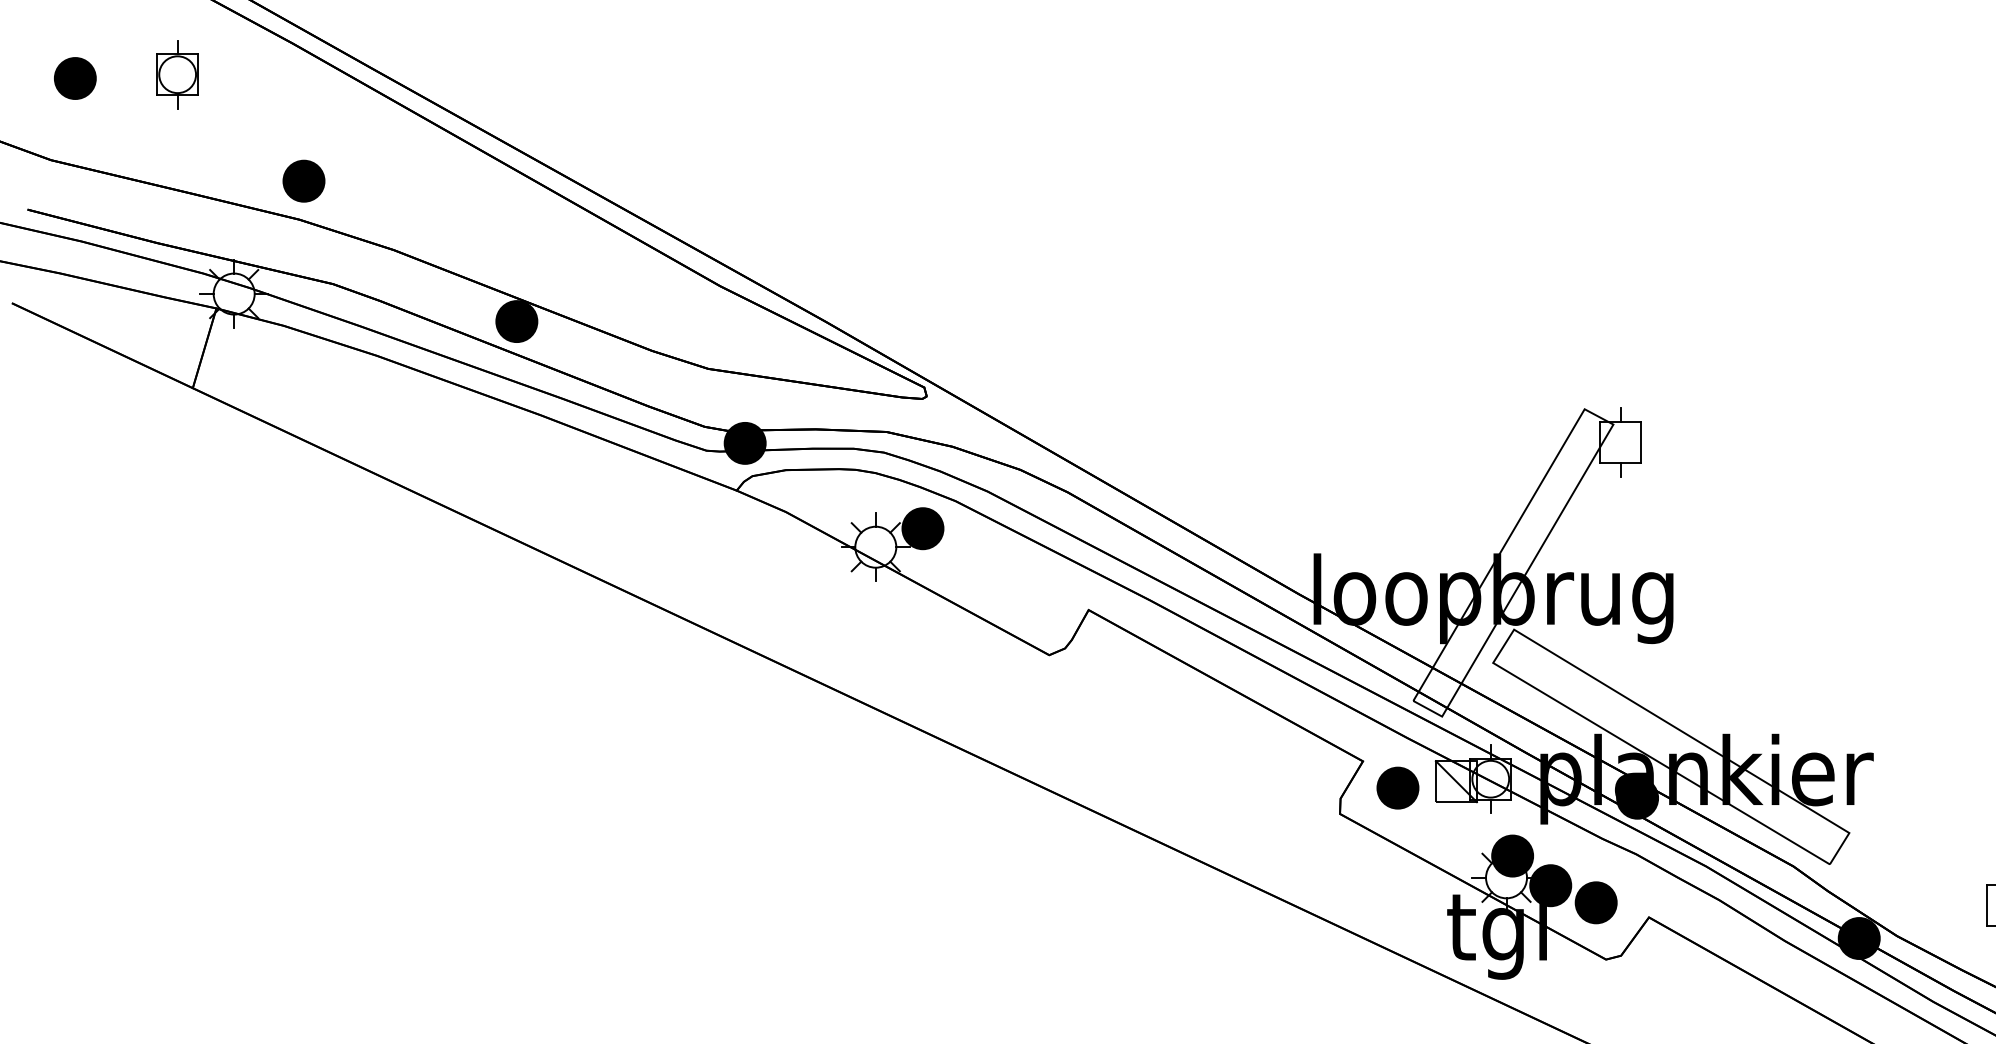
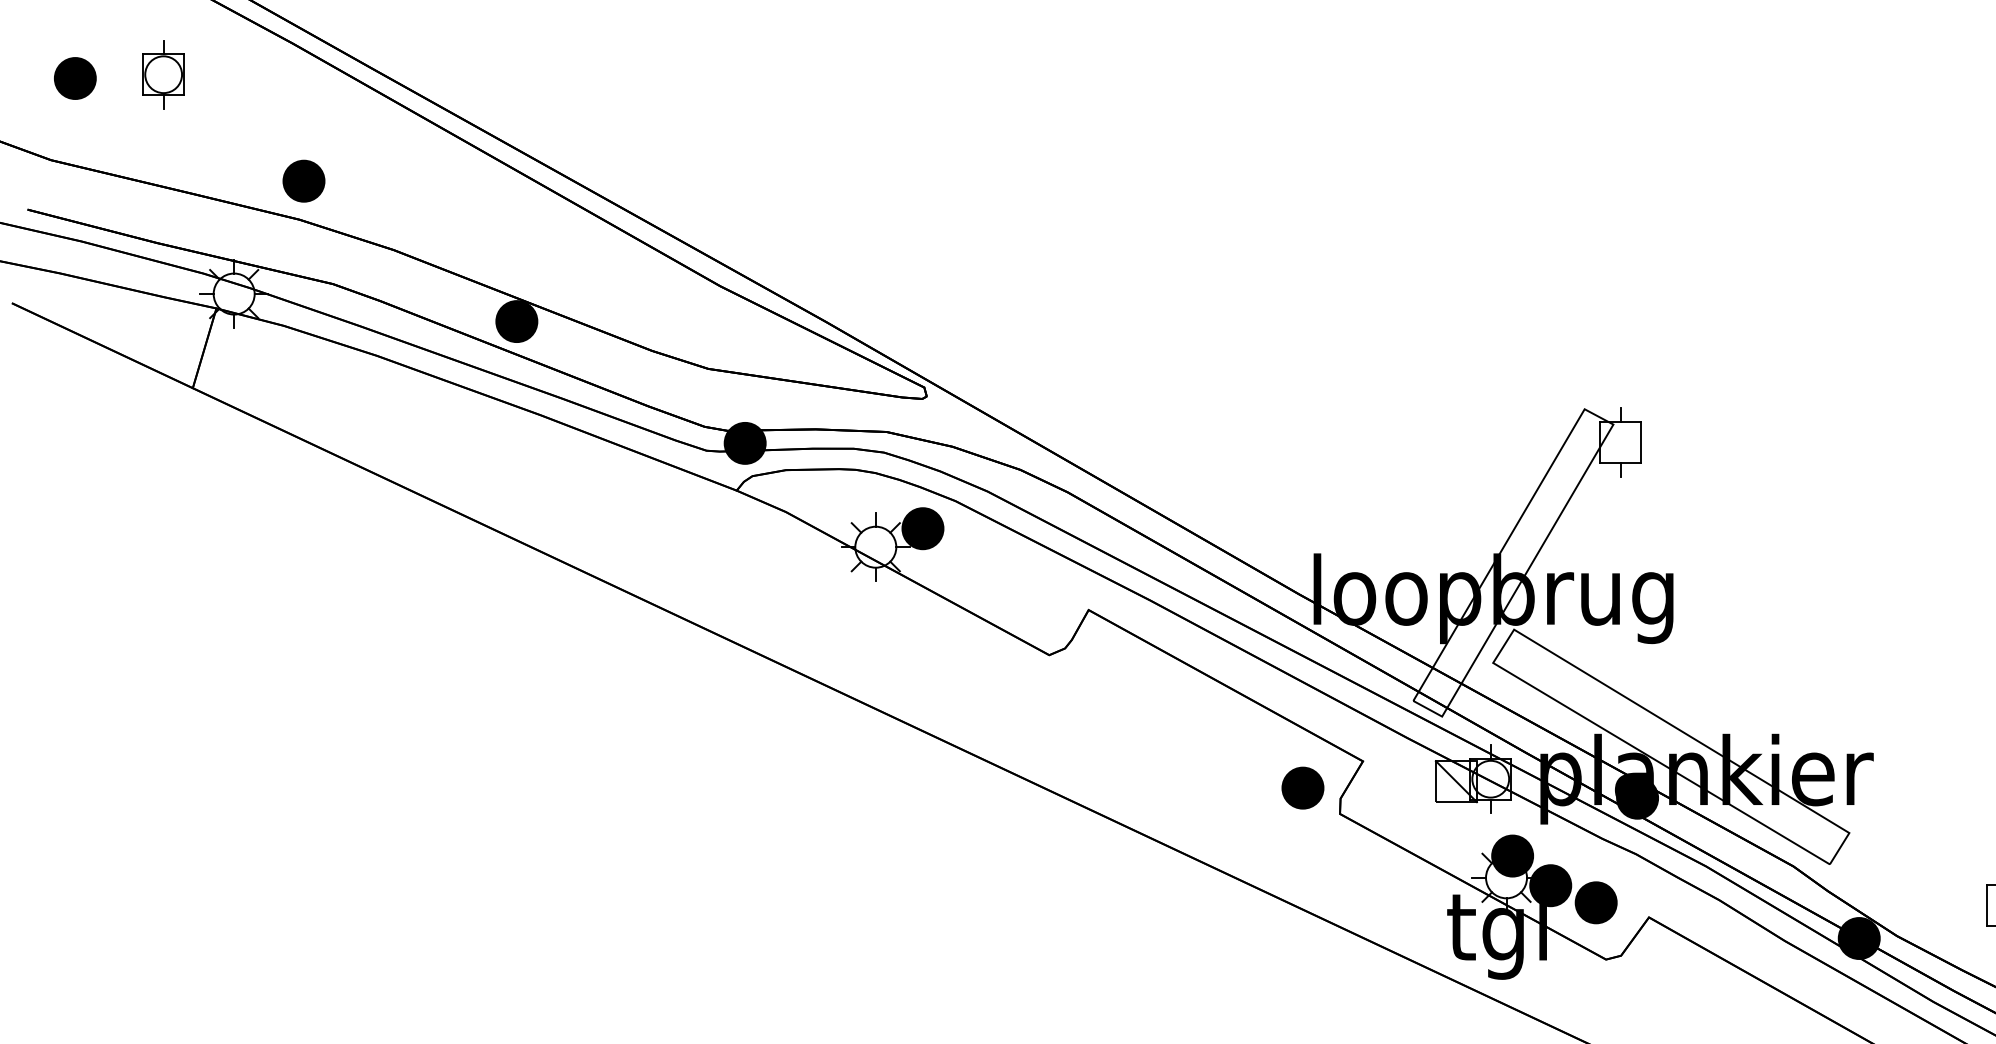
part at (177, 74) position: (177, 74) -> (163, 74)
part at (1397, 787) position: (1397, 787) -> (1302, 787)
